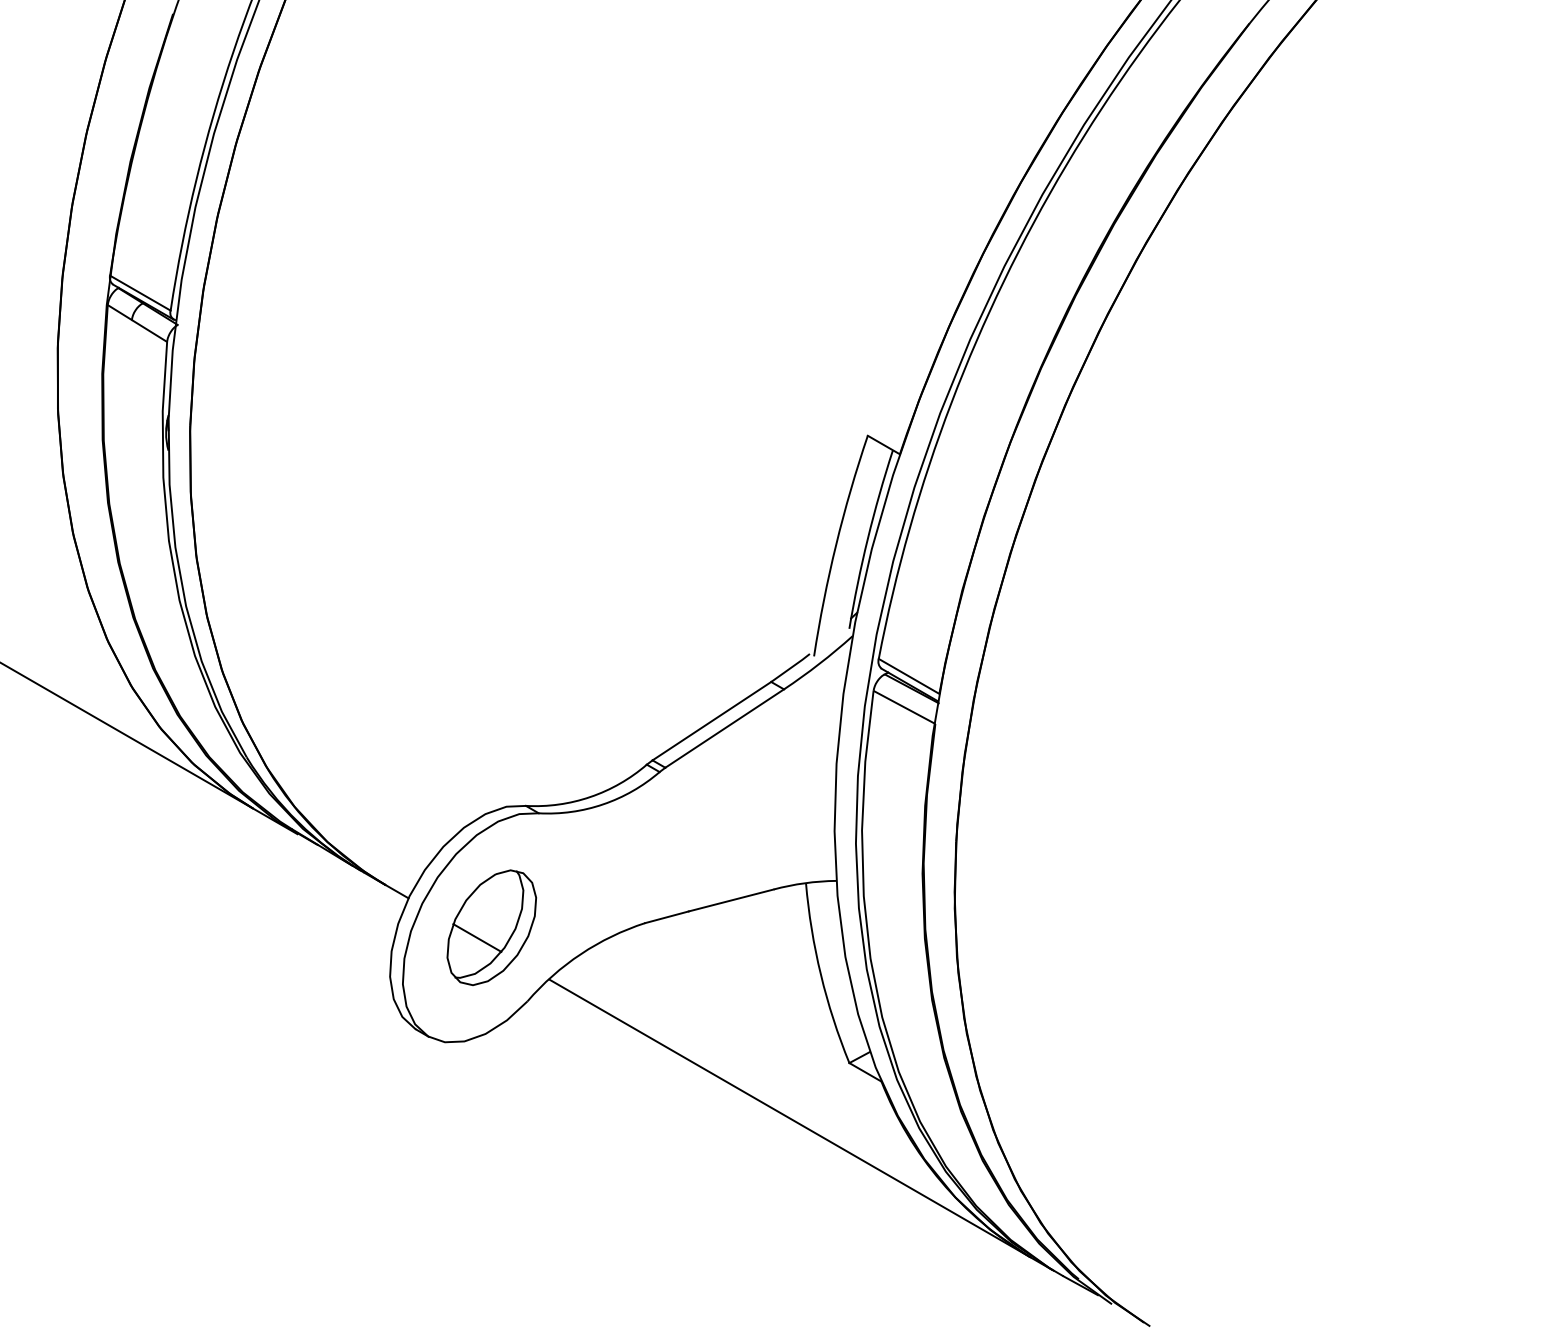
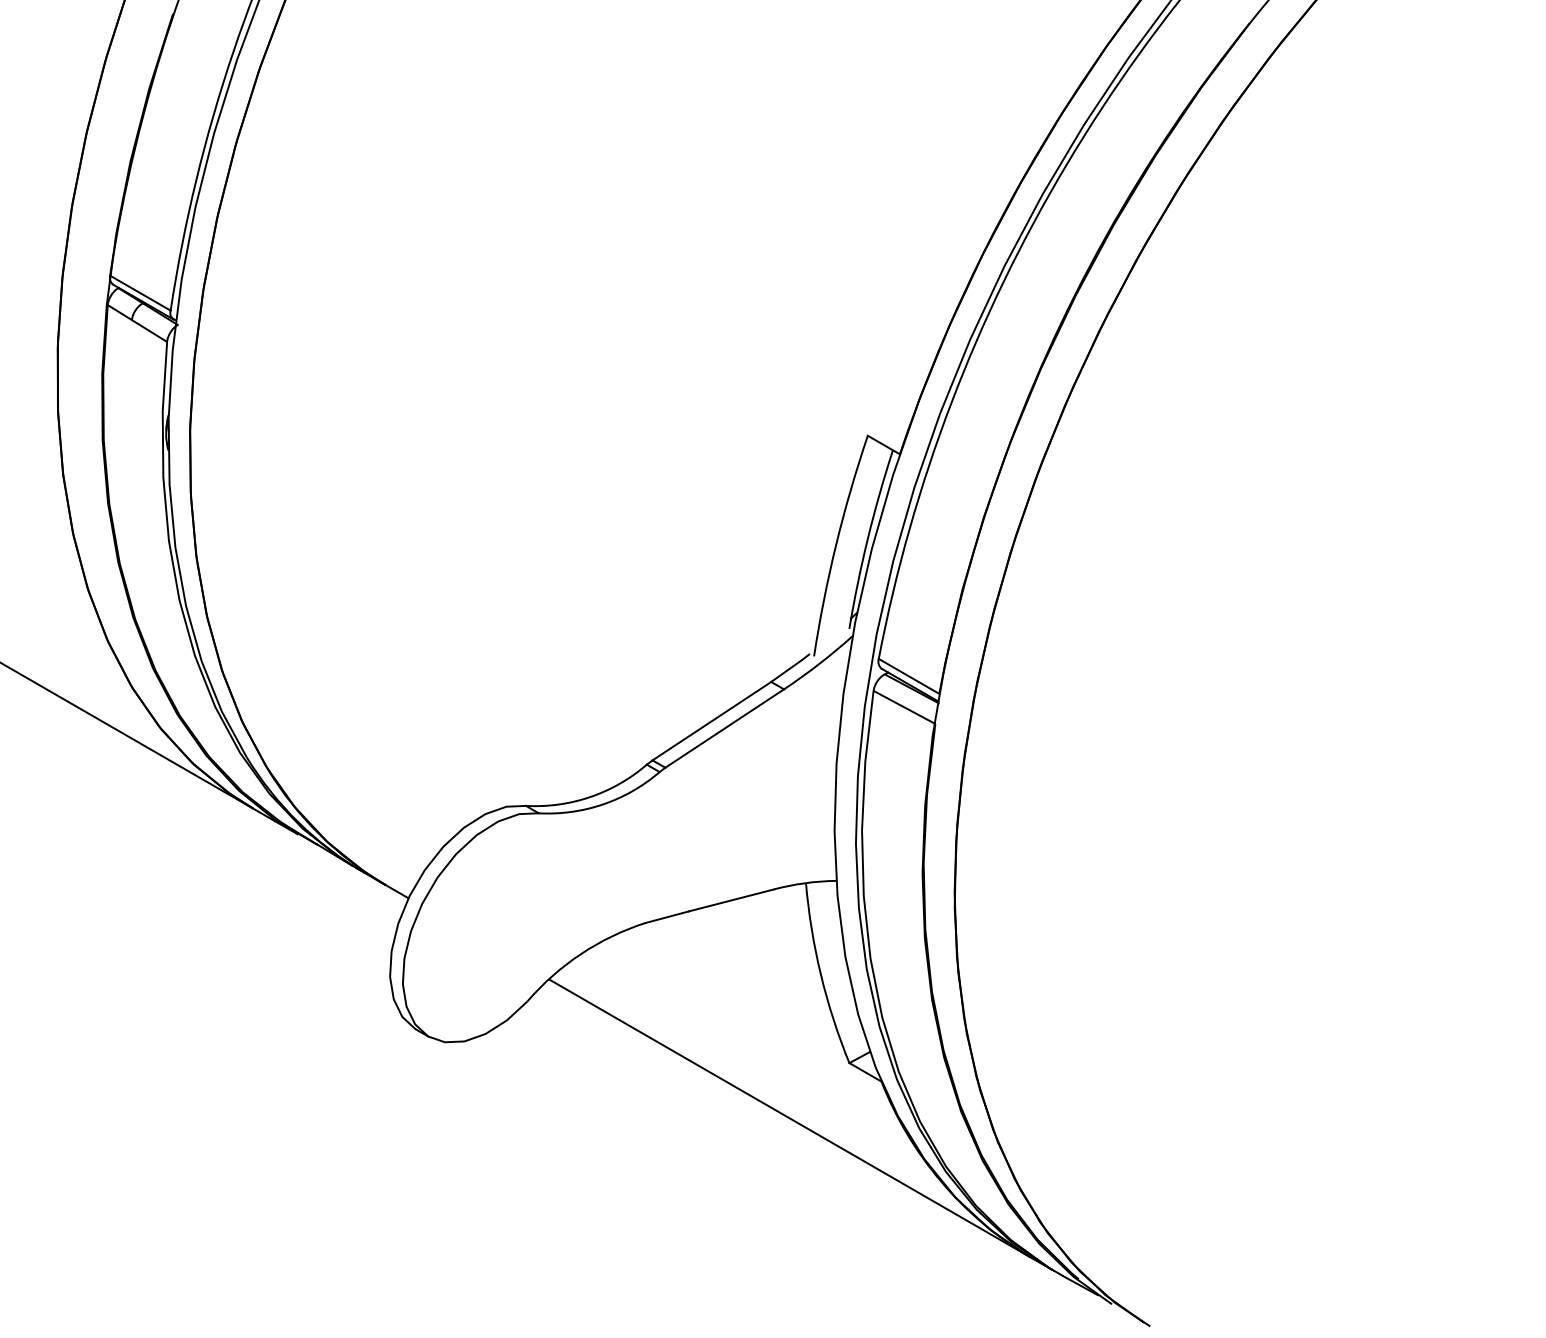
part at (491, 927): present -> none
